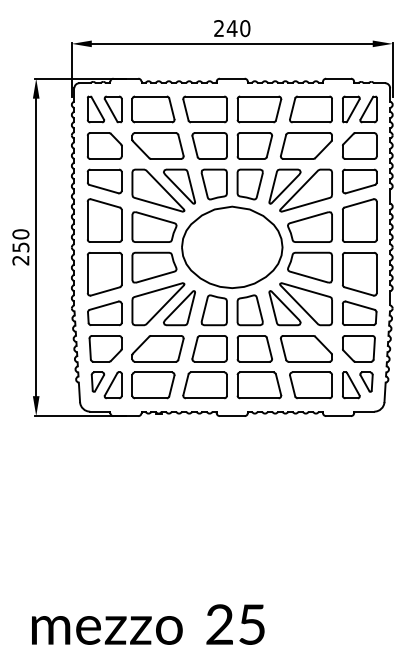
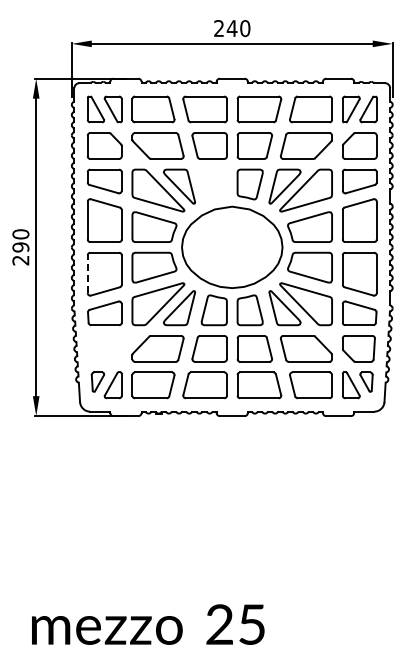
part at (213, 184): present -> none
text at (20, 247): 250 -> 290
line at (87, 274): solid -> dashed
part at (105, 348): present -> none
